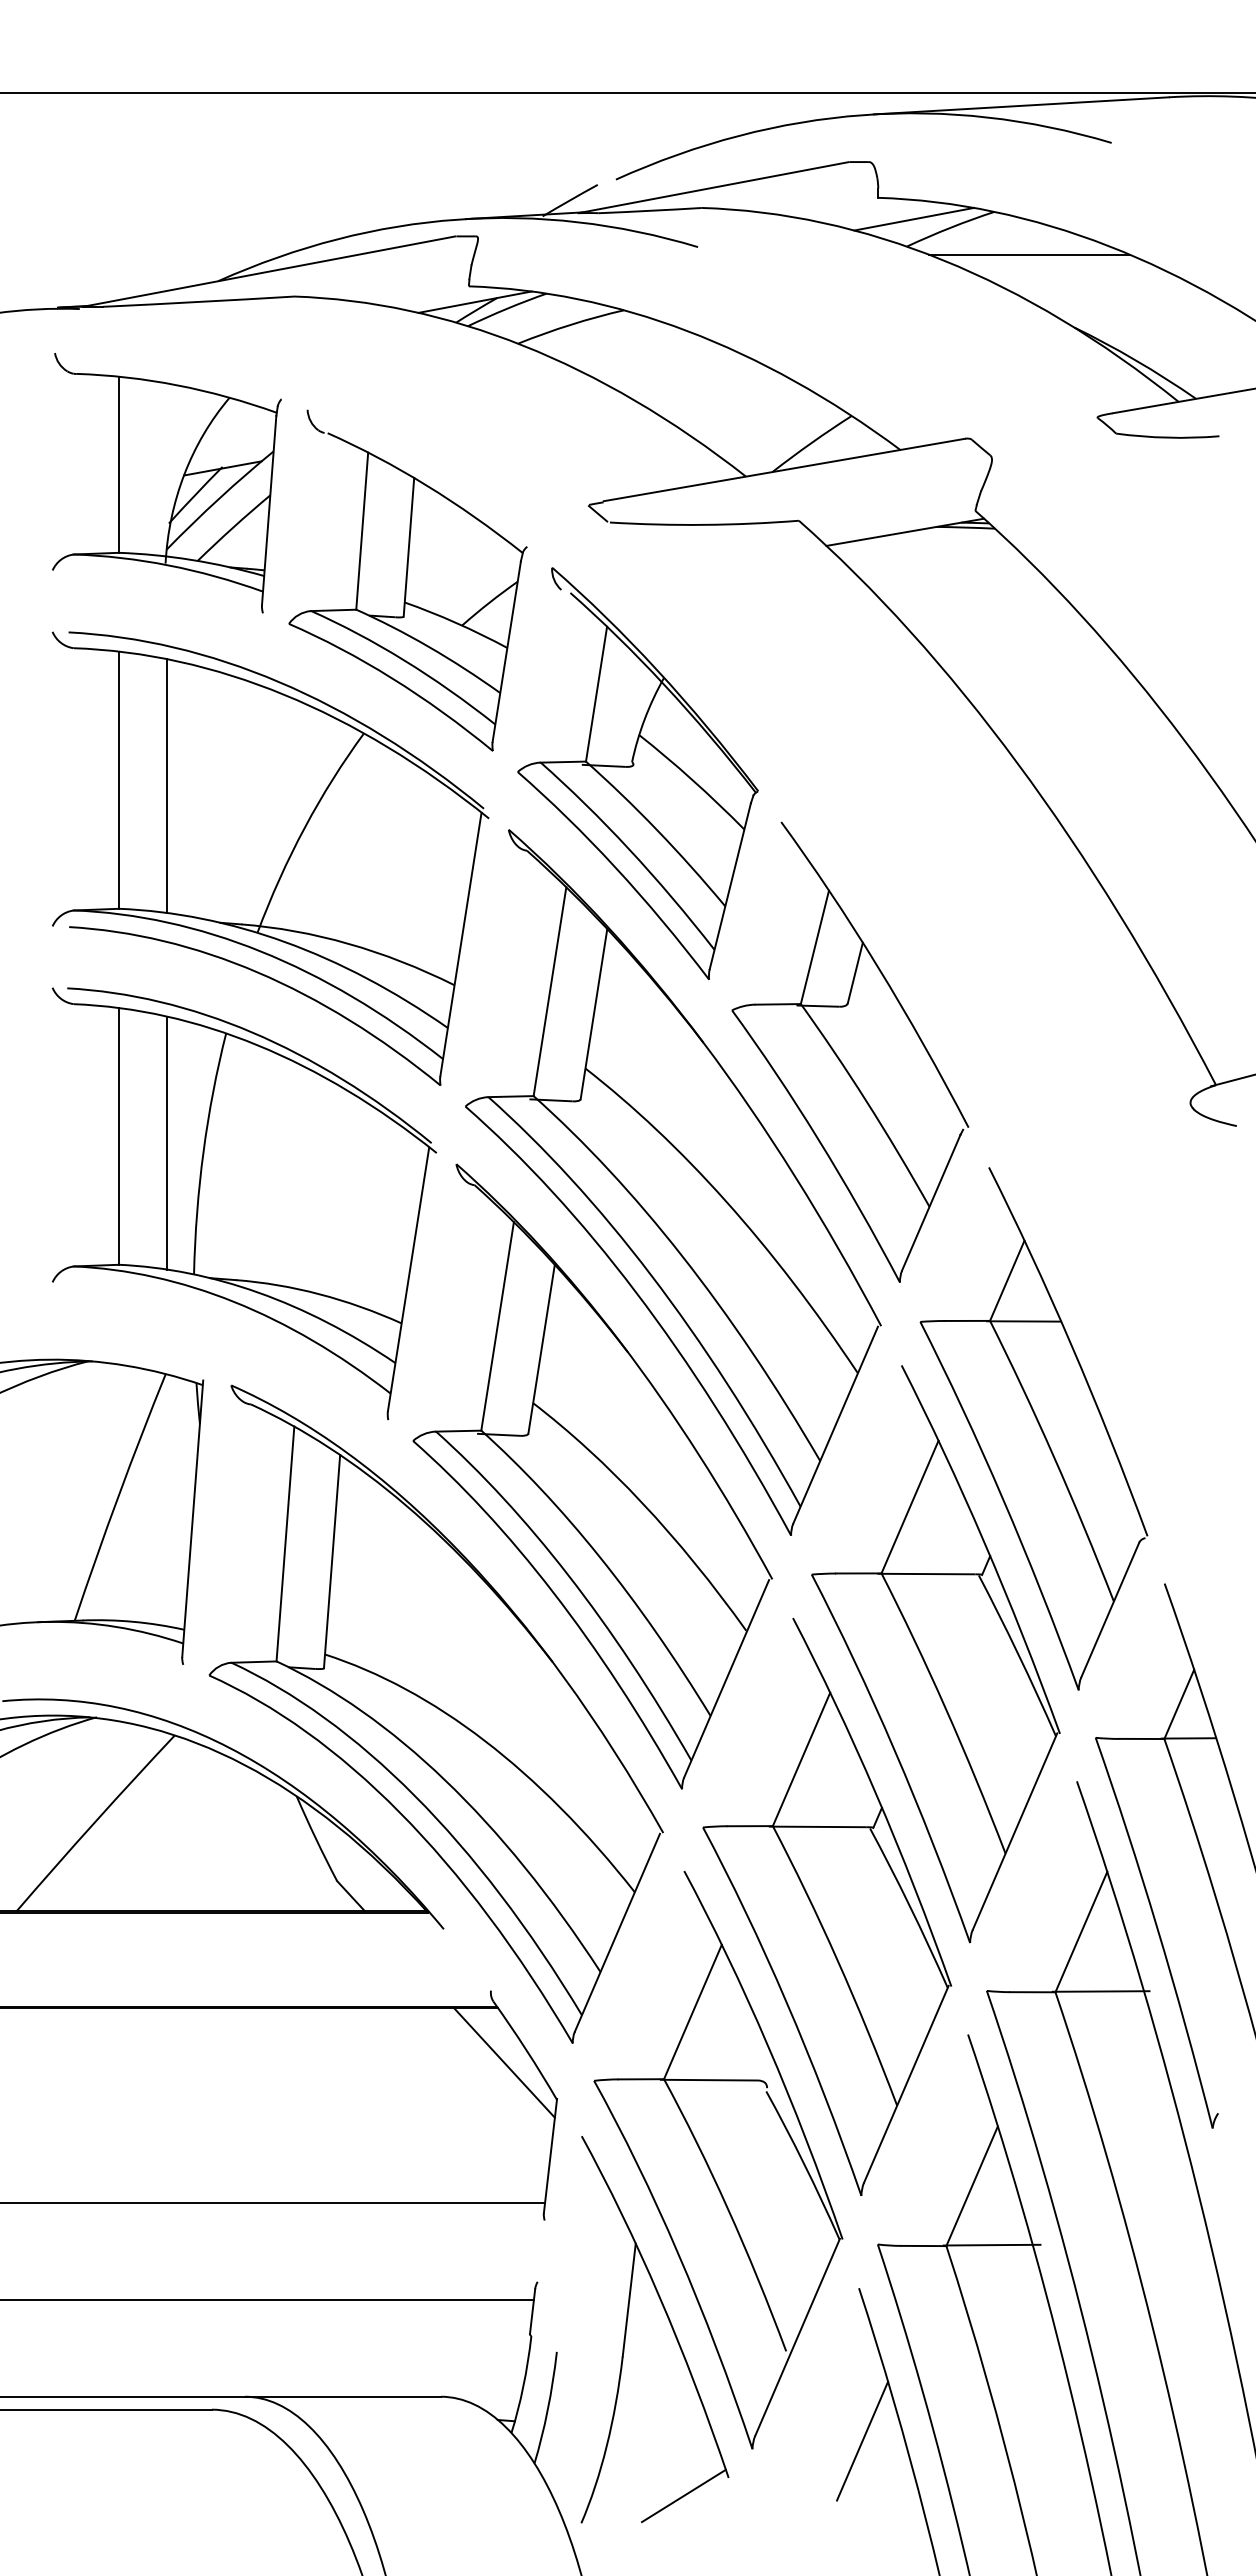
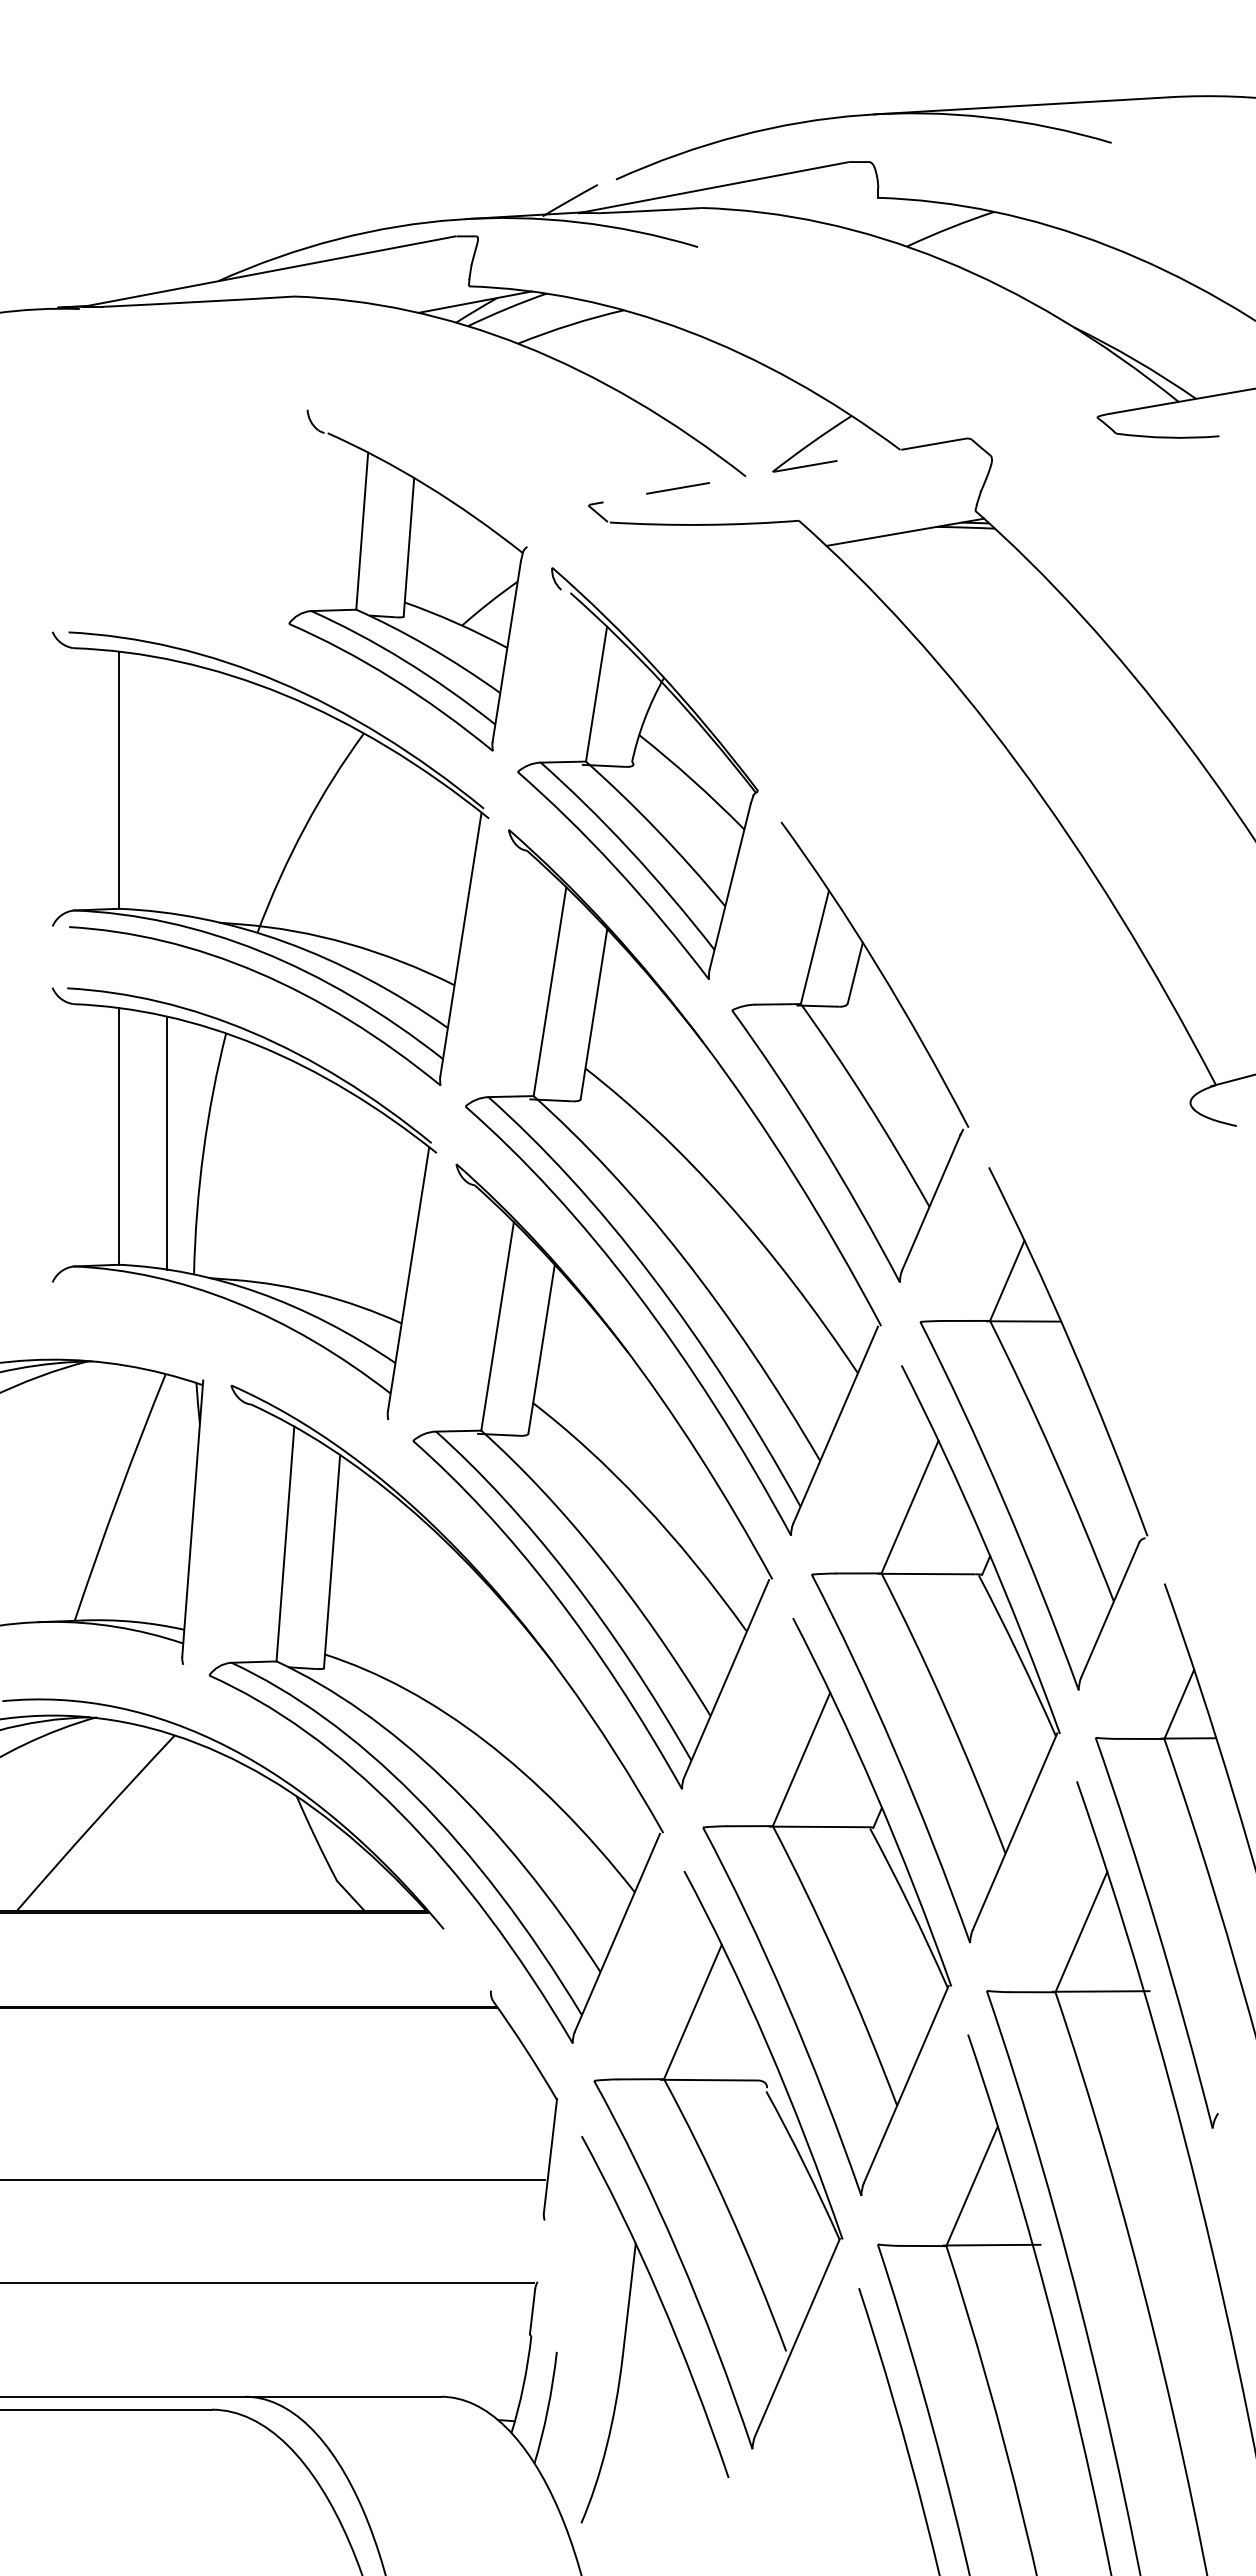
line at (627, 93): present -> none
line at (914, 218): present -> none
line at (1029, 254): present -> none
line at (783, 470): solid -> dashed
part at (166, 483): present -> none
line at (166, 785): present -> none
line at (504, 2062): present -> none
line at (273, 2202) position: (273, 2202) -> (273, 2179)
line at (267, 2299) position: (267, 2299) -> (267, 2282)
line at (862, 2440): present -> none
line at (683, 2495): present -> none
